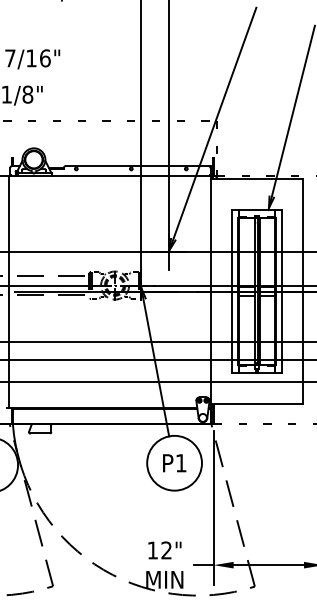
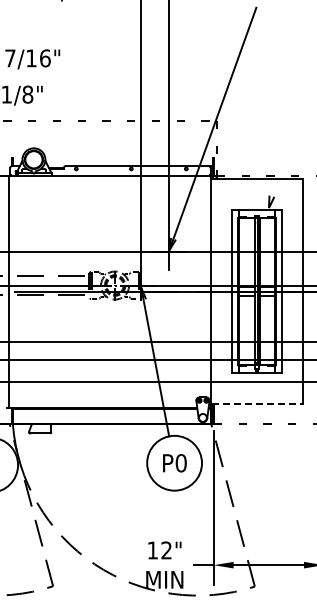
line at (290, 119): present -> none
line at (257, 404): solid -> dashed
text at (180, 463): P1 -> P0
